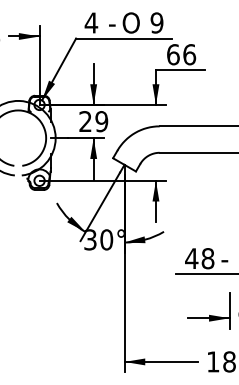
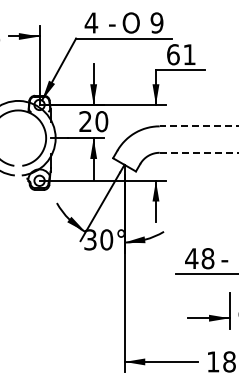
text at (189, 54): 66 -> 61
text at (101, 121): 29 -> 20
line at (198, 126): solid -> dashed
line at (199, 152): solid -> dashed
